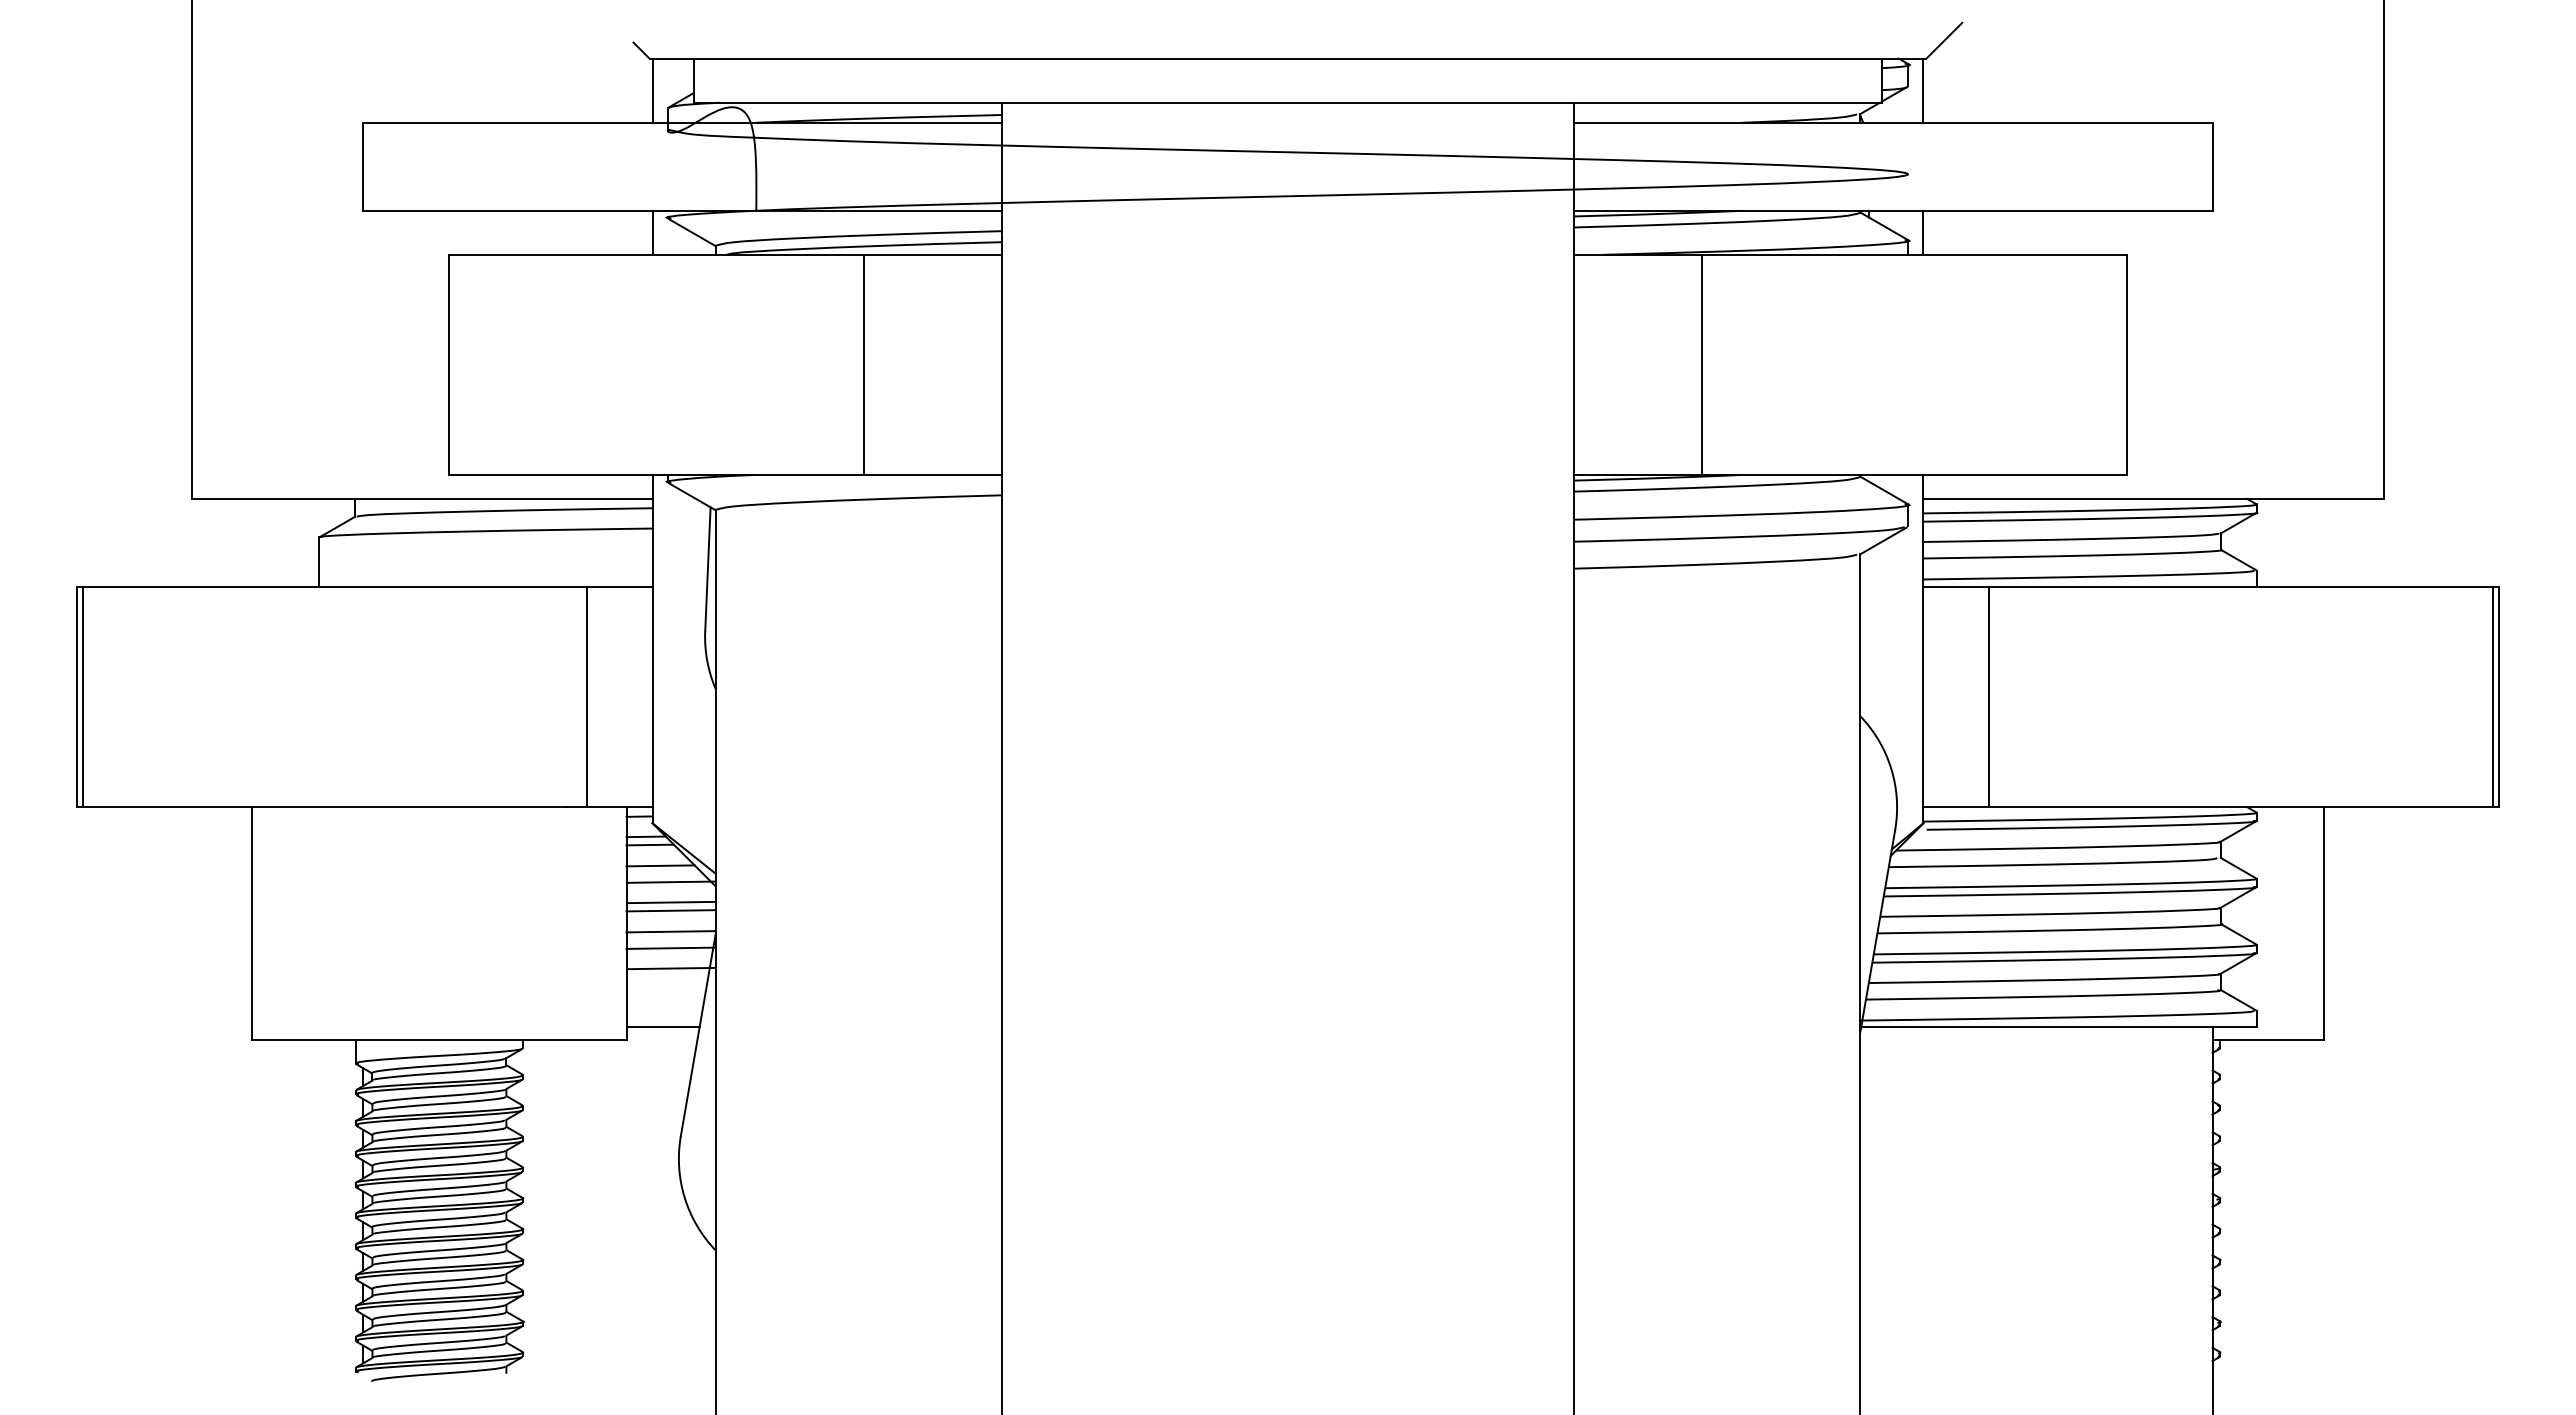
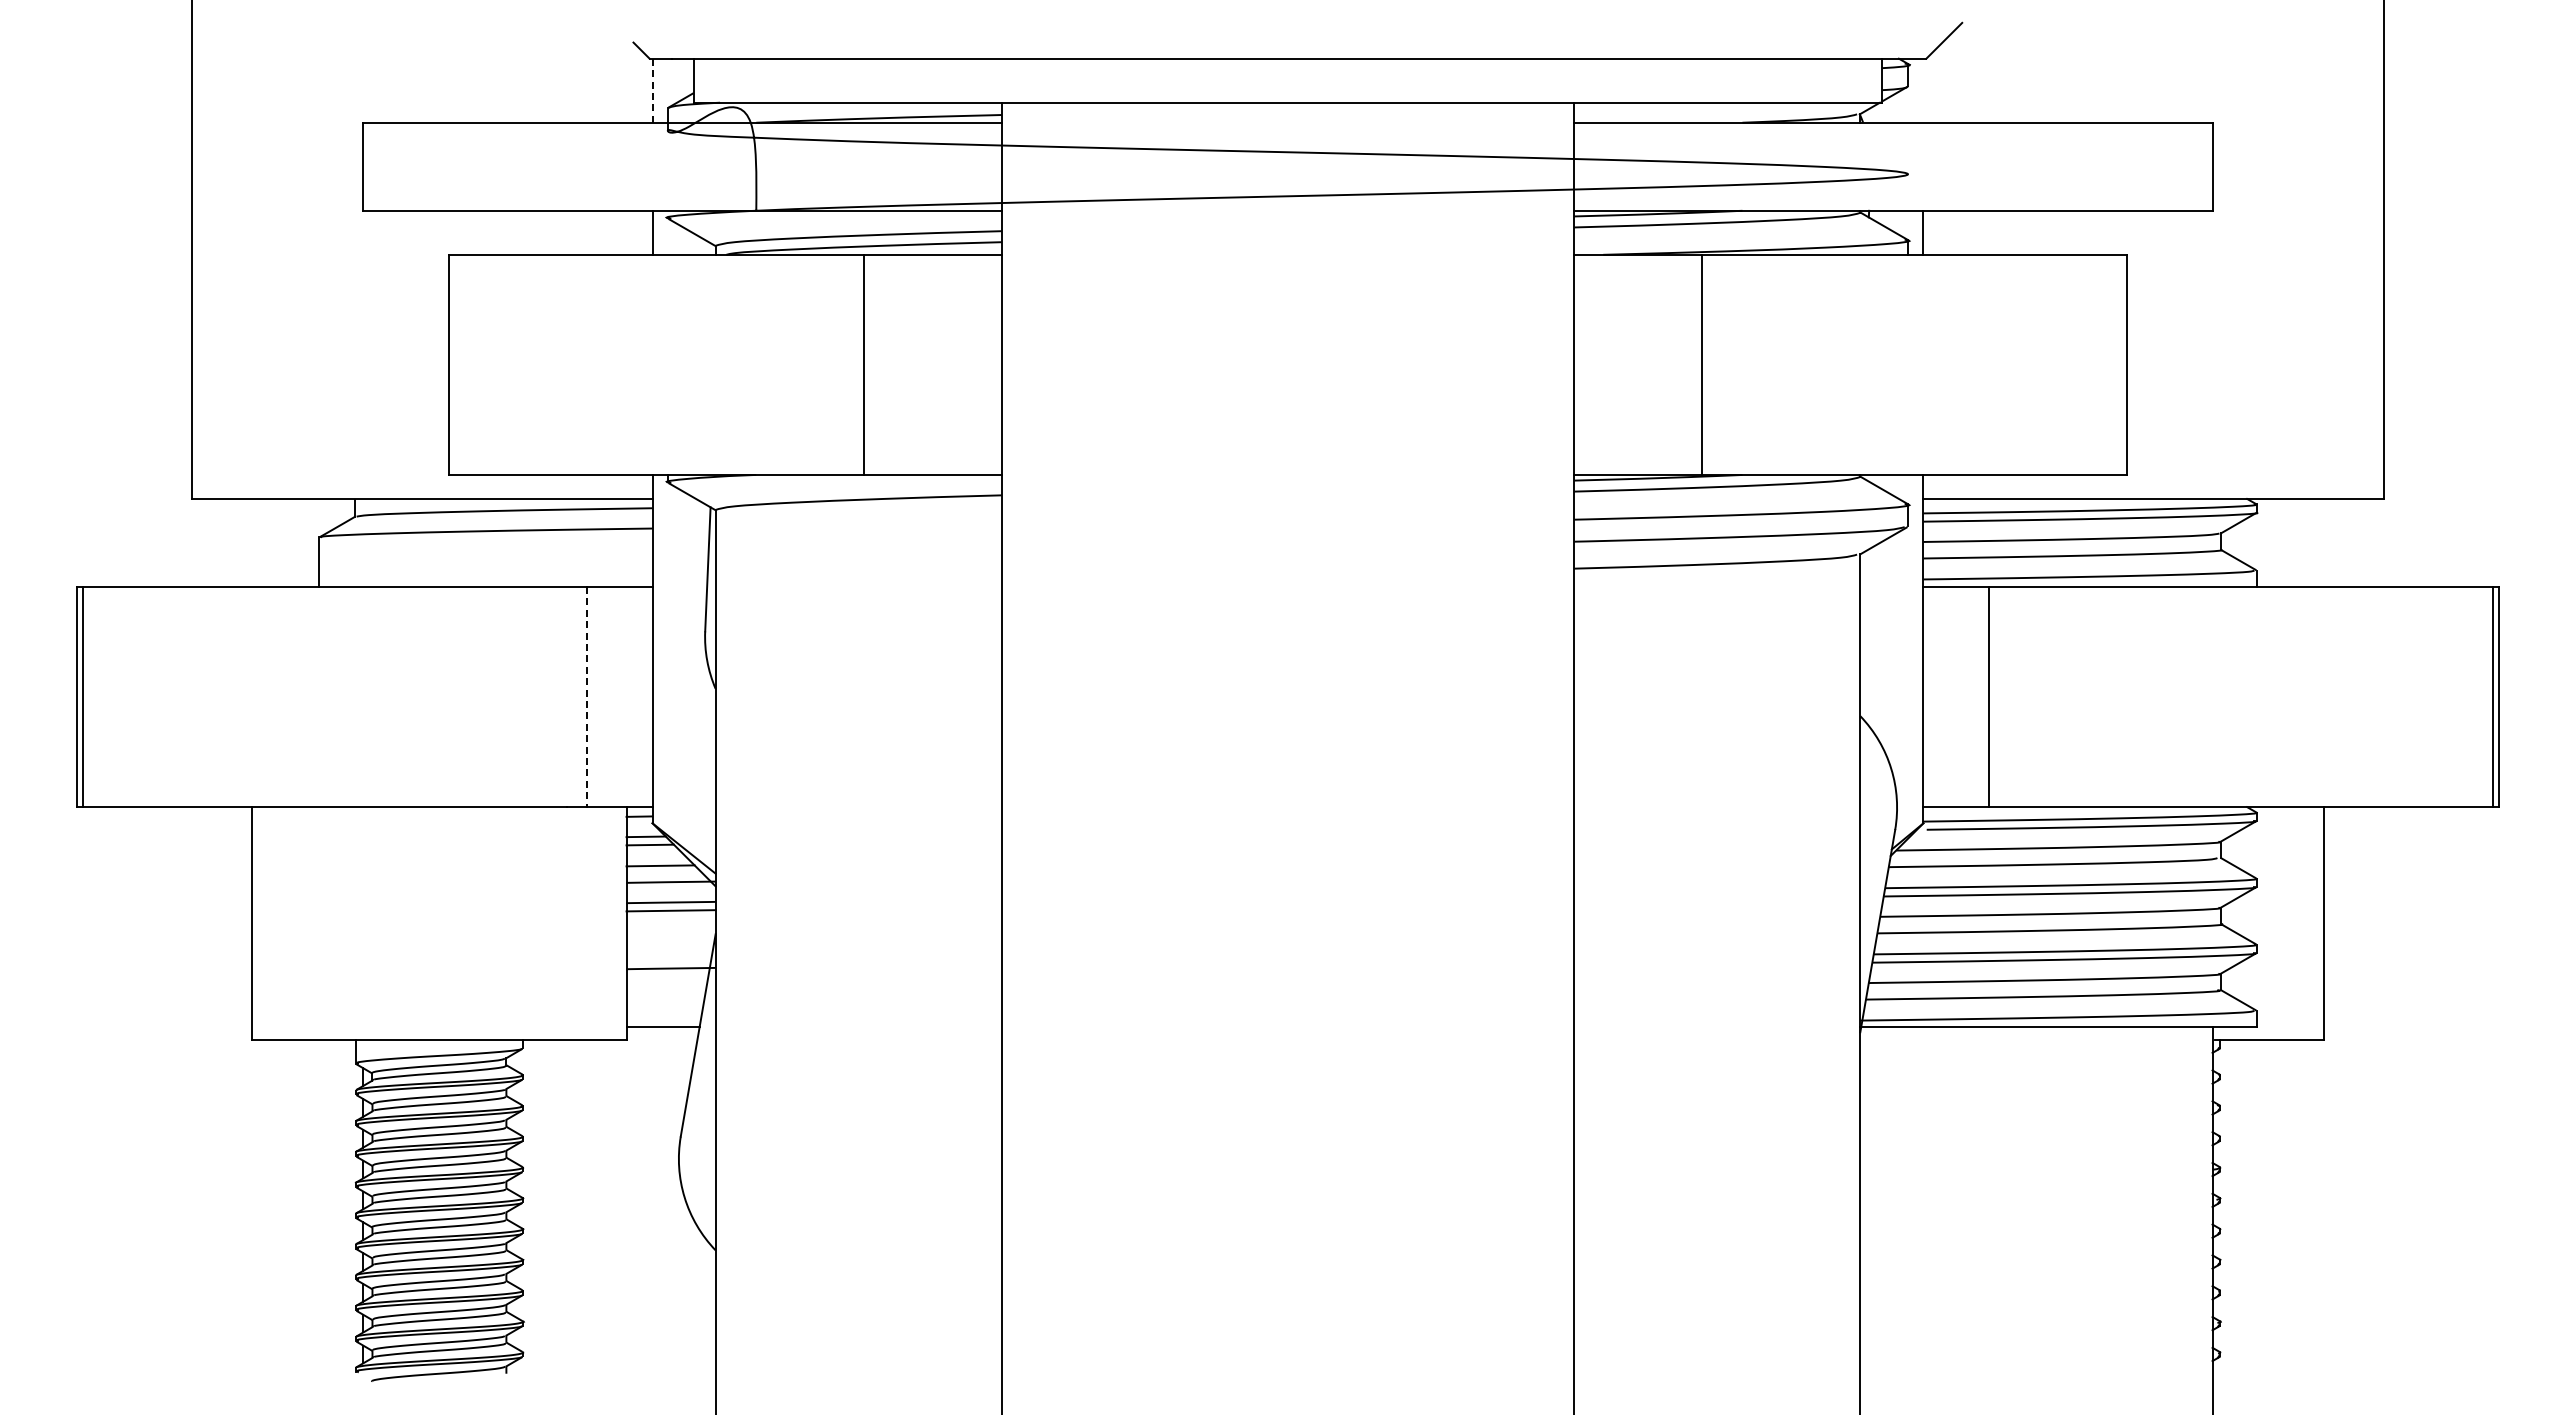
line at (1923, 90): present -> none
line at (652, 91): solid -> dashed
line at (587, 697): solid -> dashed
line at (670, 931): present -> none
line at (670, 947): present -> none
